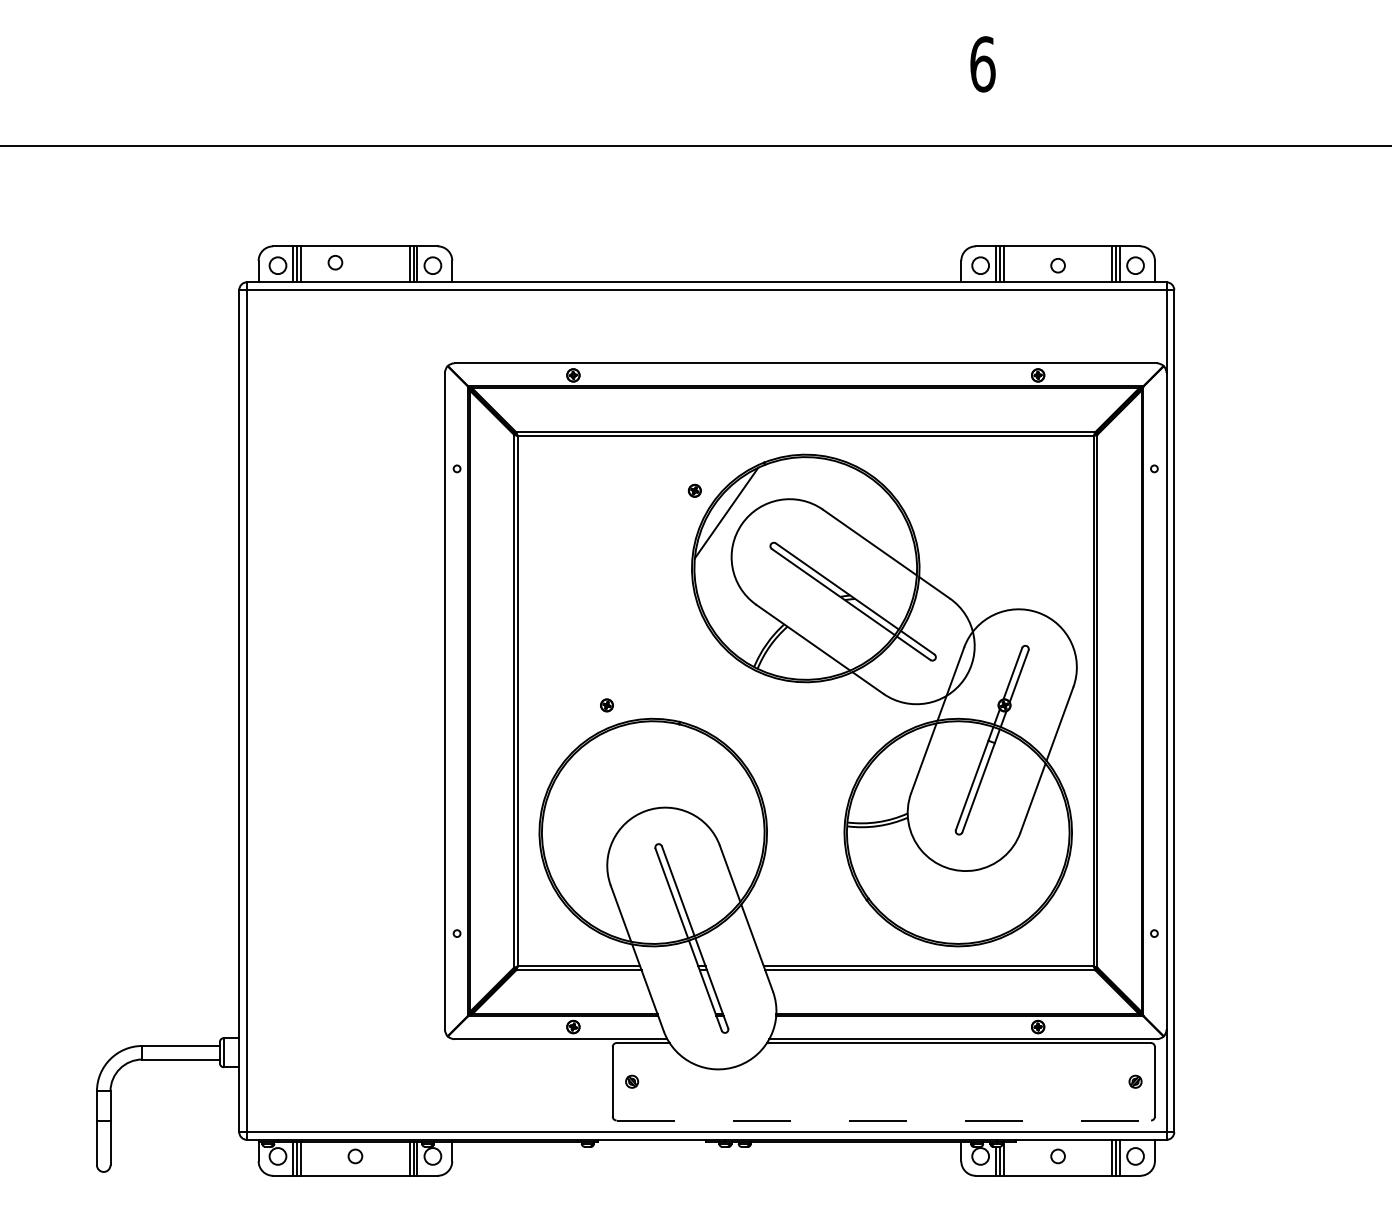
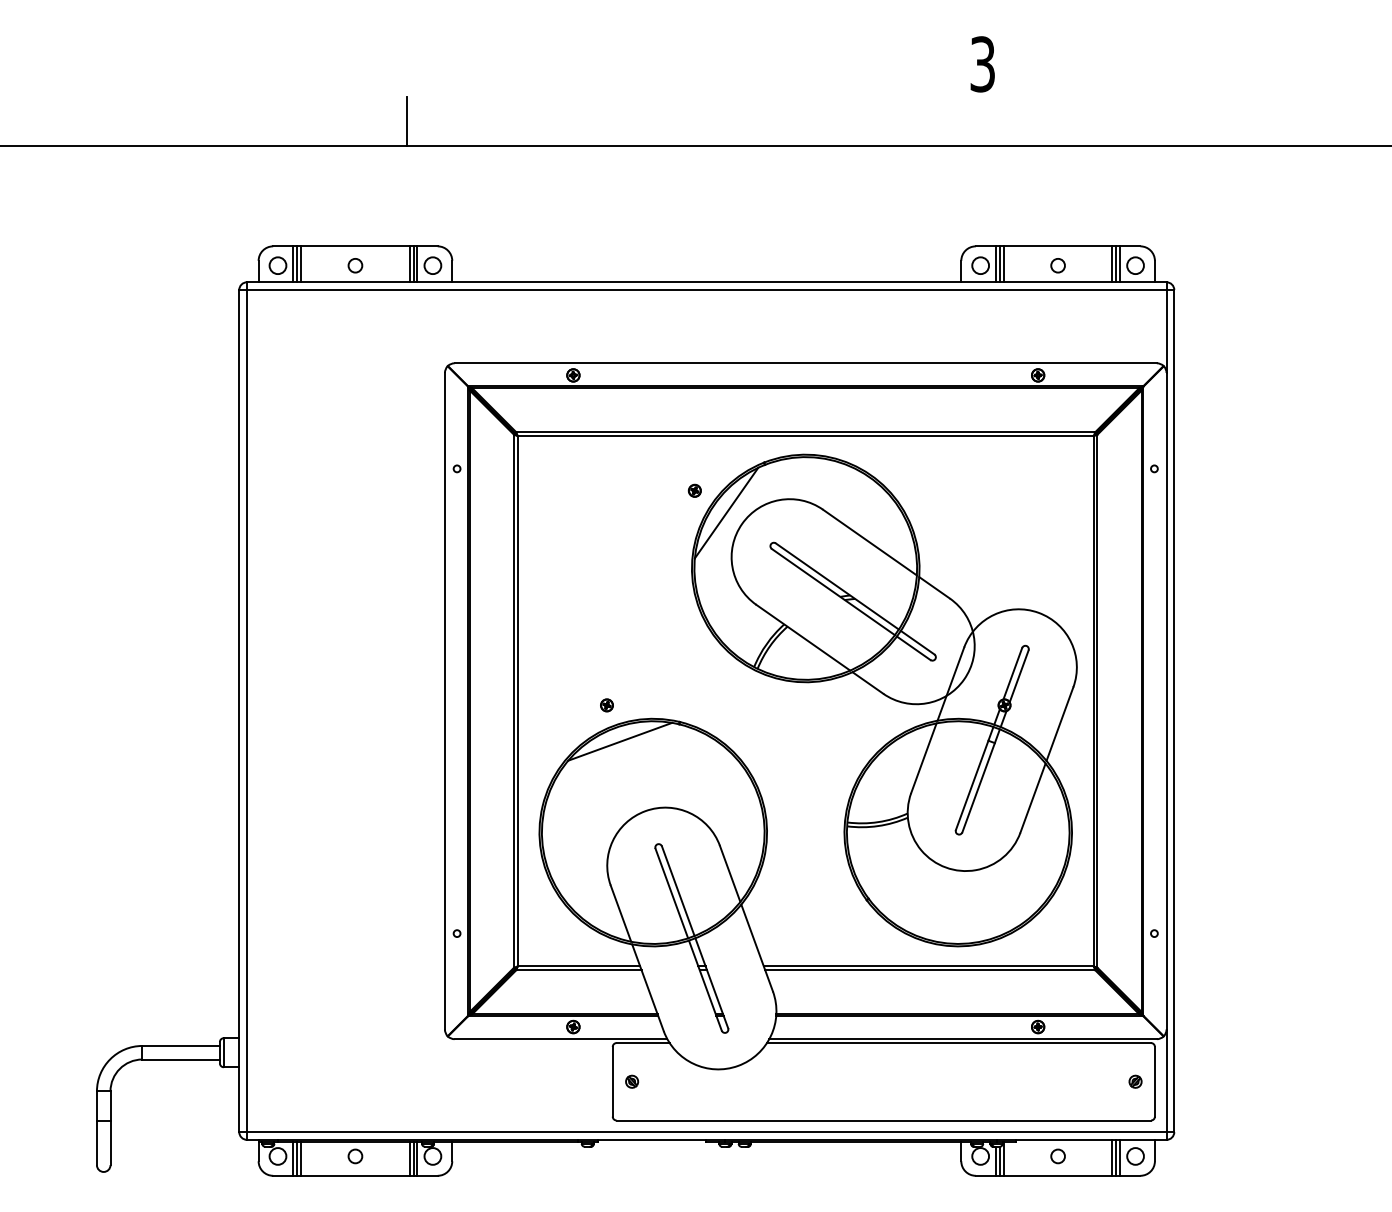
text at (982, 64): 6 -> 3
line at (407, 121): none -> present
circle at (335, 262) position: (335, 262) -> (355, 265)
line at (620, 741): none -> present
line at (884, 1120): dashed -> solid
